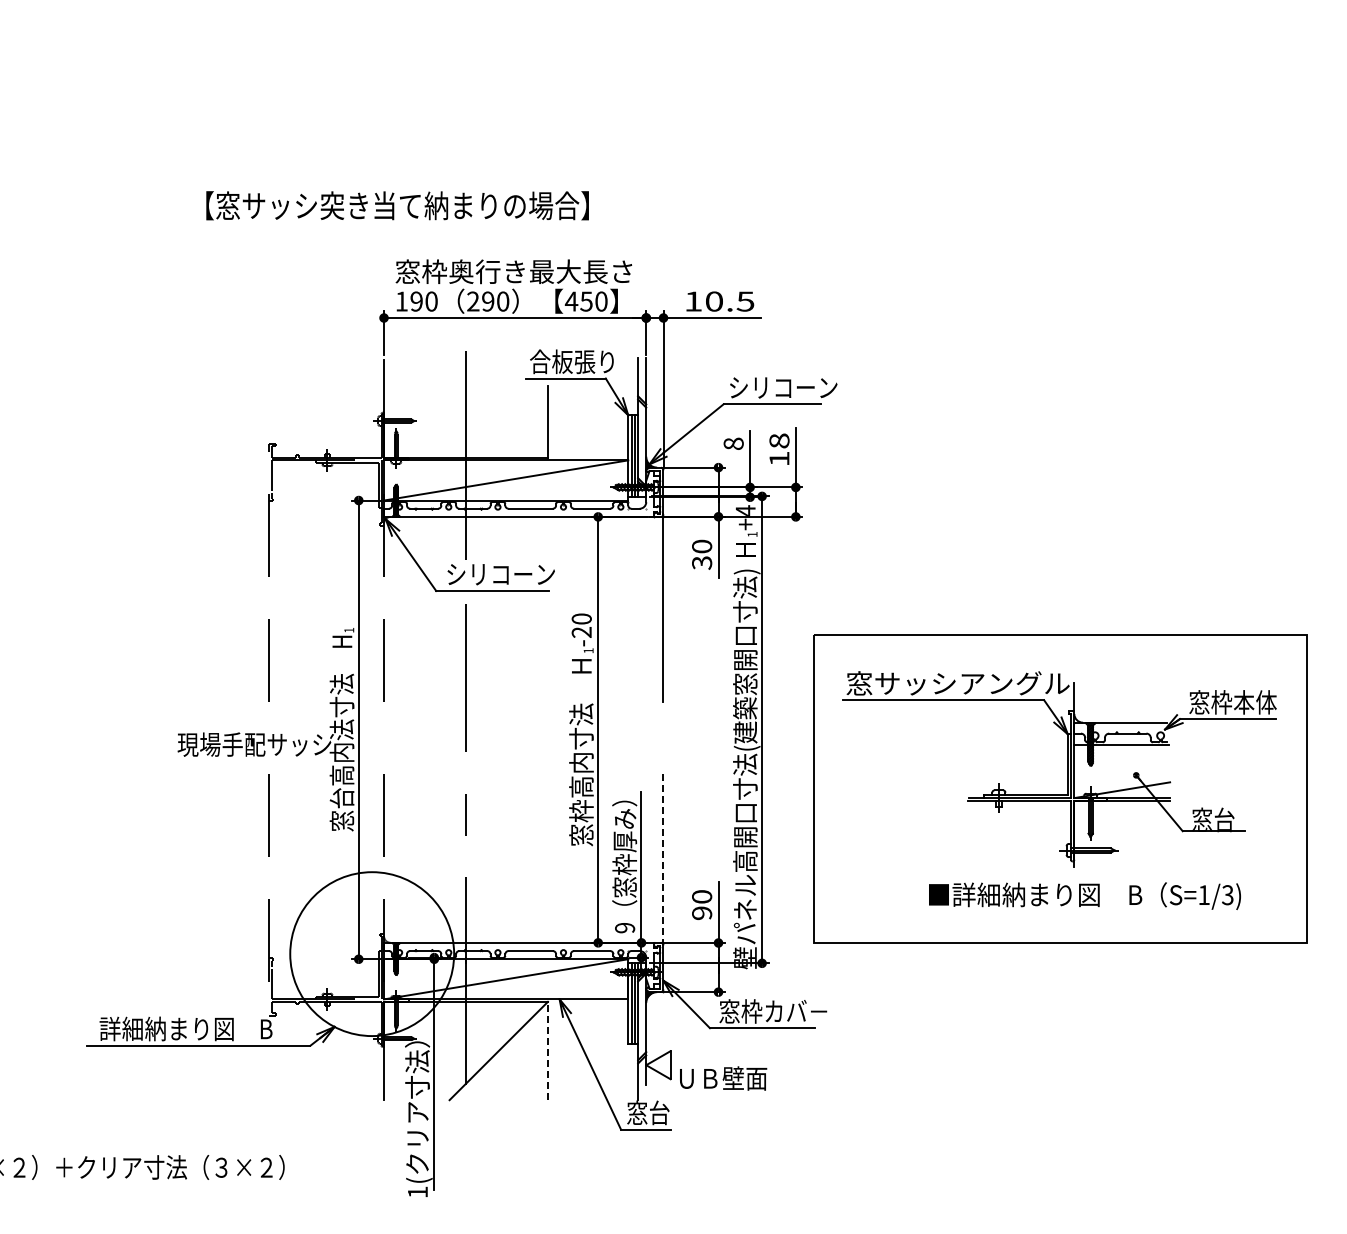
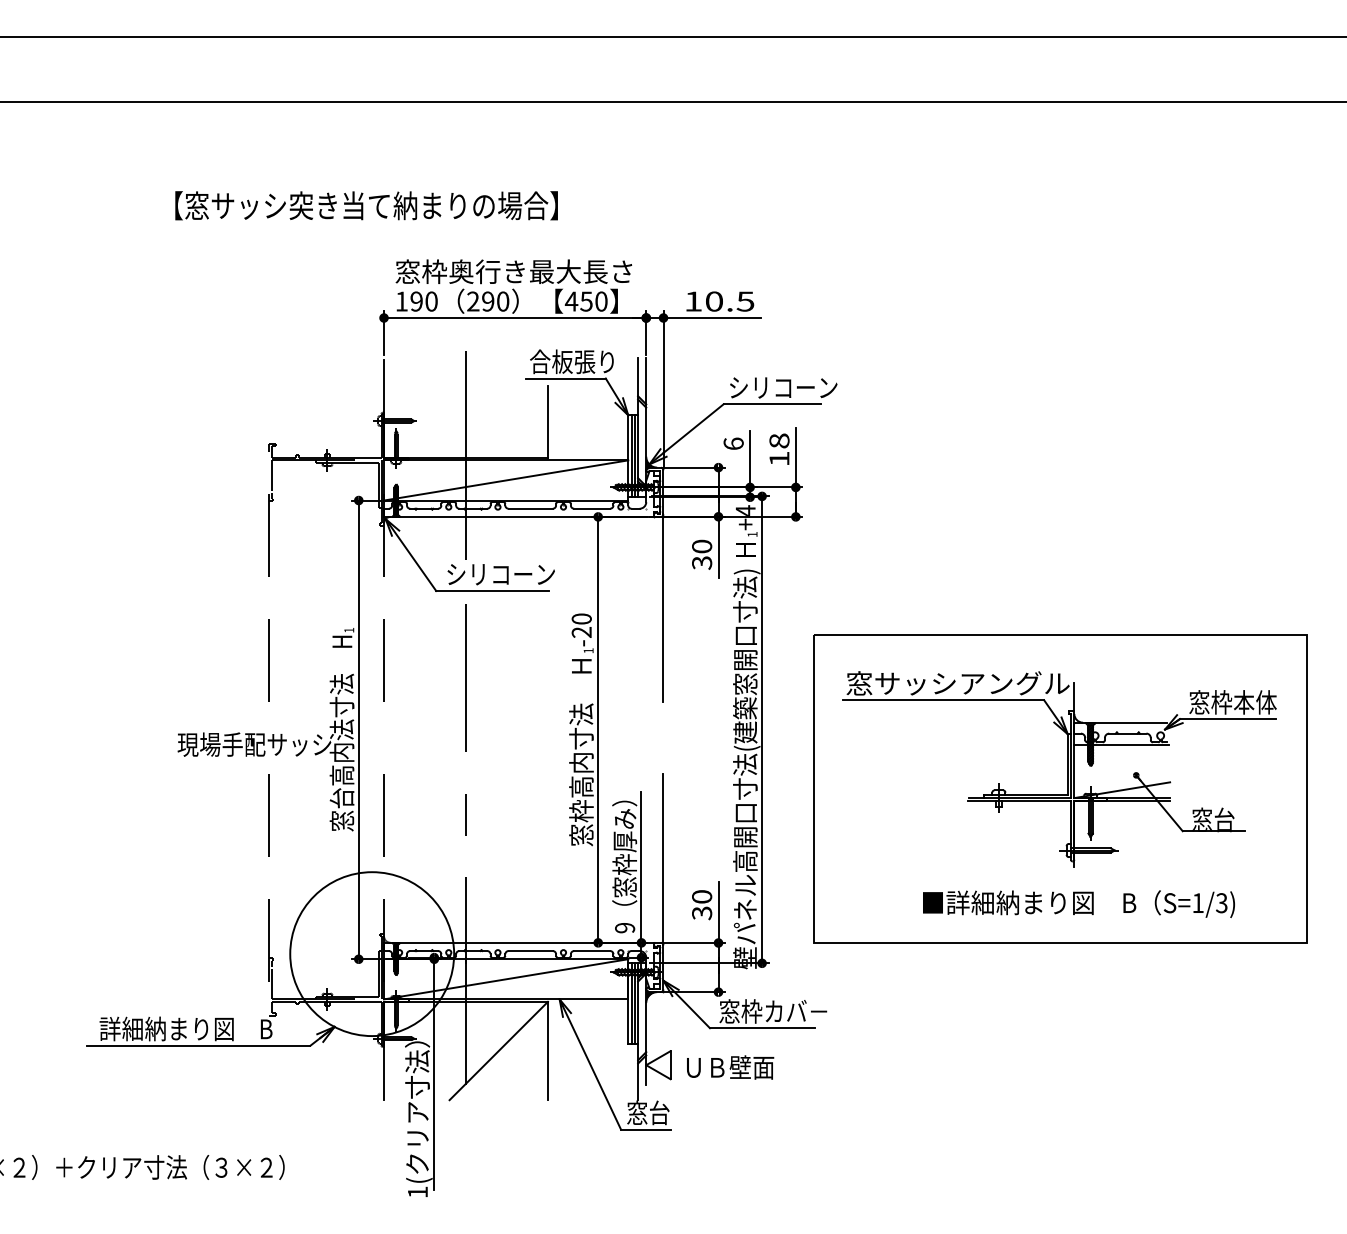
line at (672, 36): none -> present
line at (672, 102): none -> present
text at (397, 205) position: (397, 205) -> (366, 205)
text at (733, 443): 8 -> 6
line at (663, 859): dashed -> solid
text at (1084, 895) position: (1084, 895) -> (1078, 903)
text at (702, 913): 90 -> 30
line at (547, 1050): dashed -> solid
text at (723, 1078) position: (723, 1078) -> (730, 1067)
